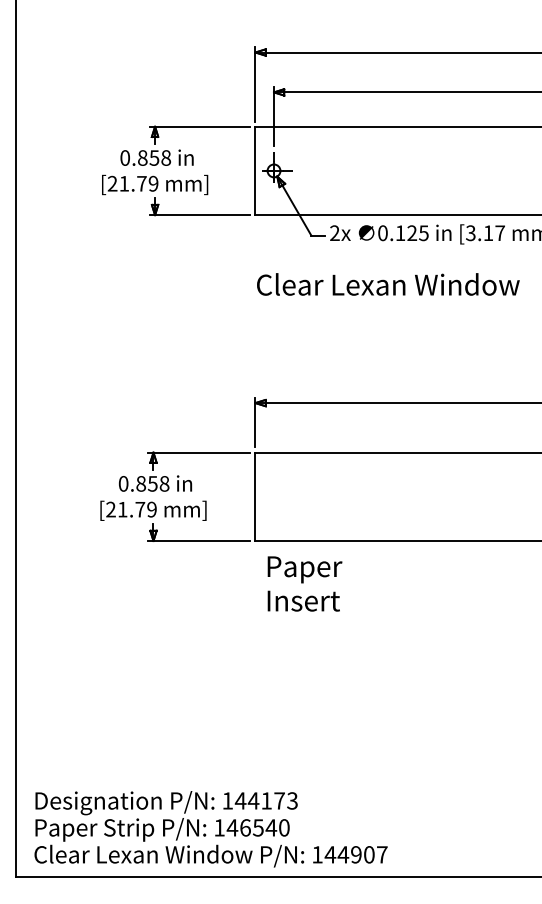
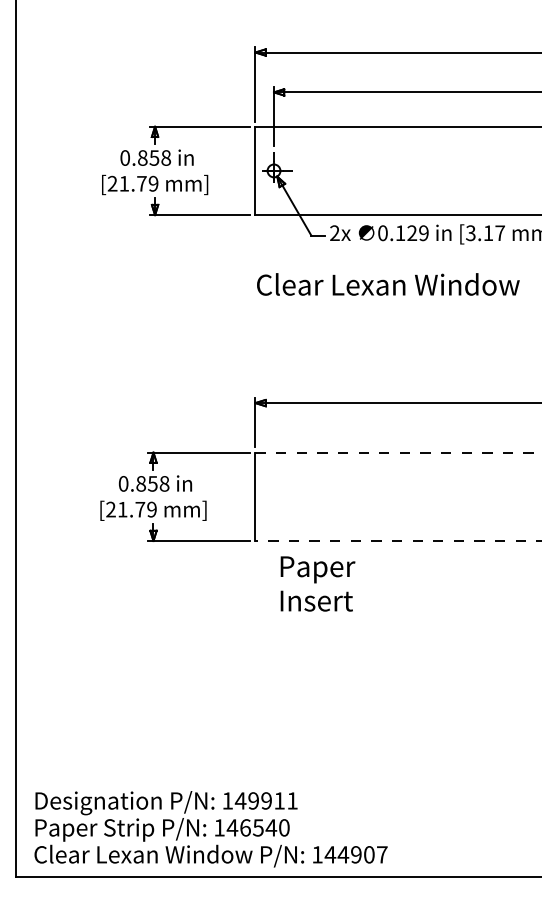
text at (423, 233): 0.125 -> 0.129
line at (398, 452): solid -> dashed
line at (398, 541): solid -> dashed
text at (304, 583) position: (304, 583) -> (317, 583)
text at (272, 800): 144173 -> 149911
